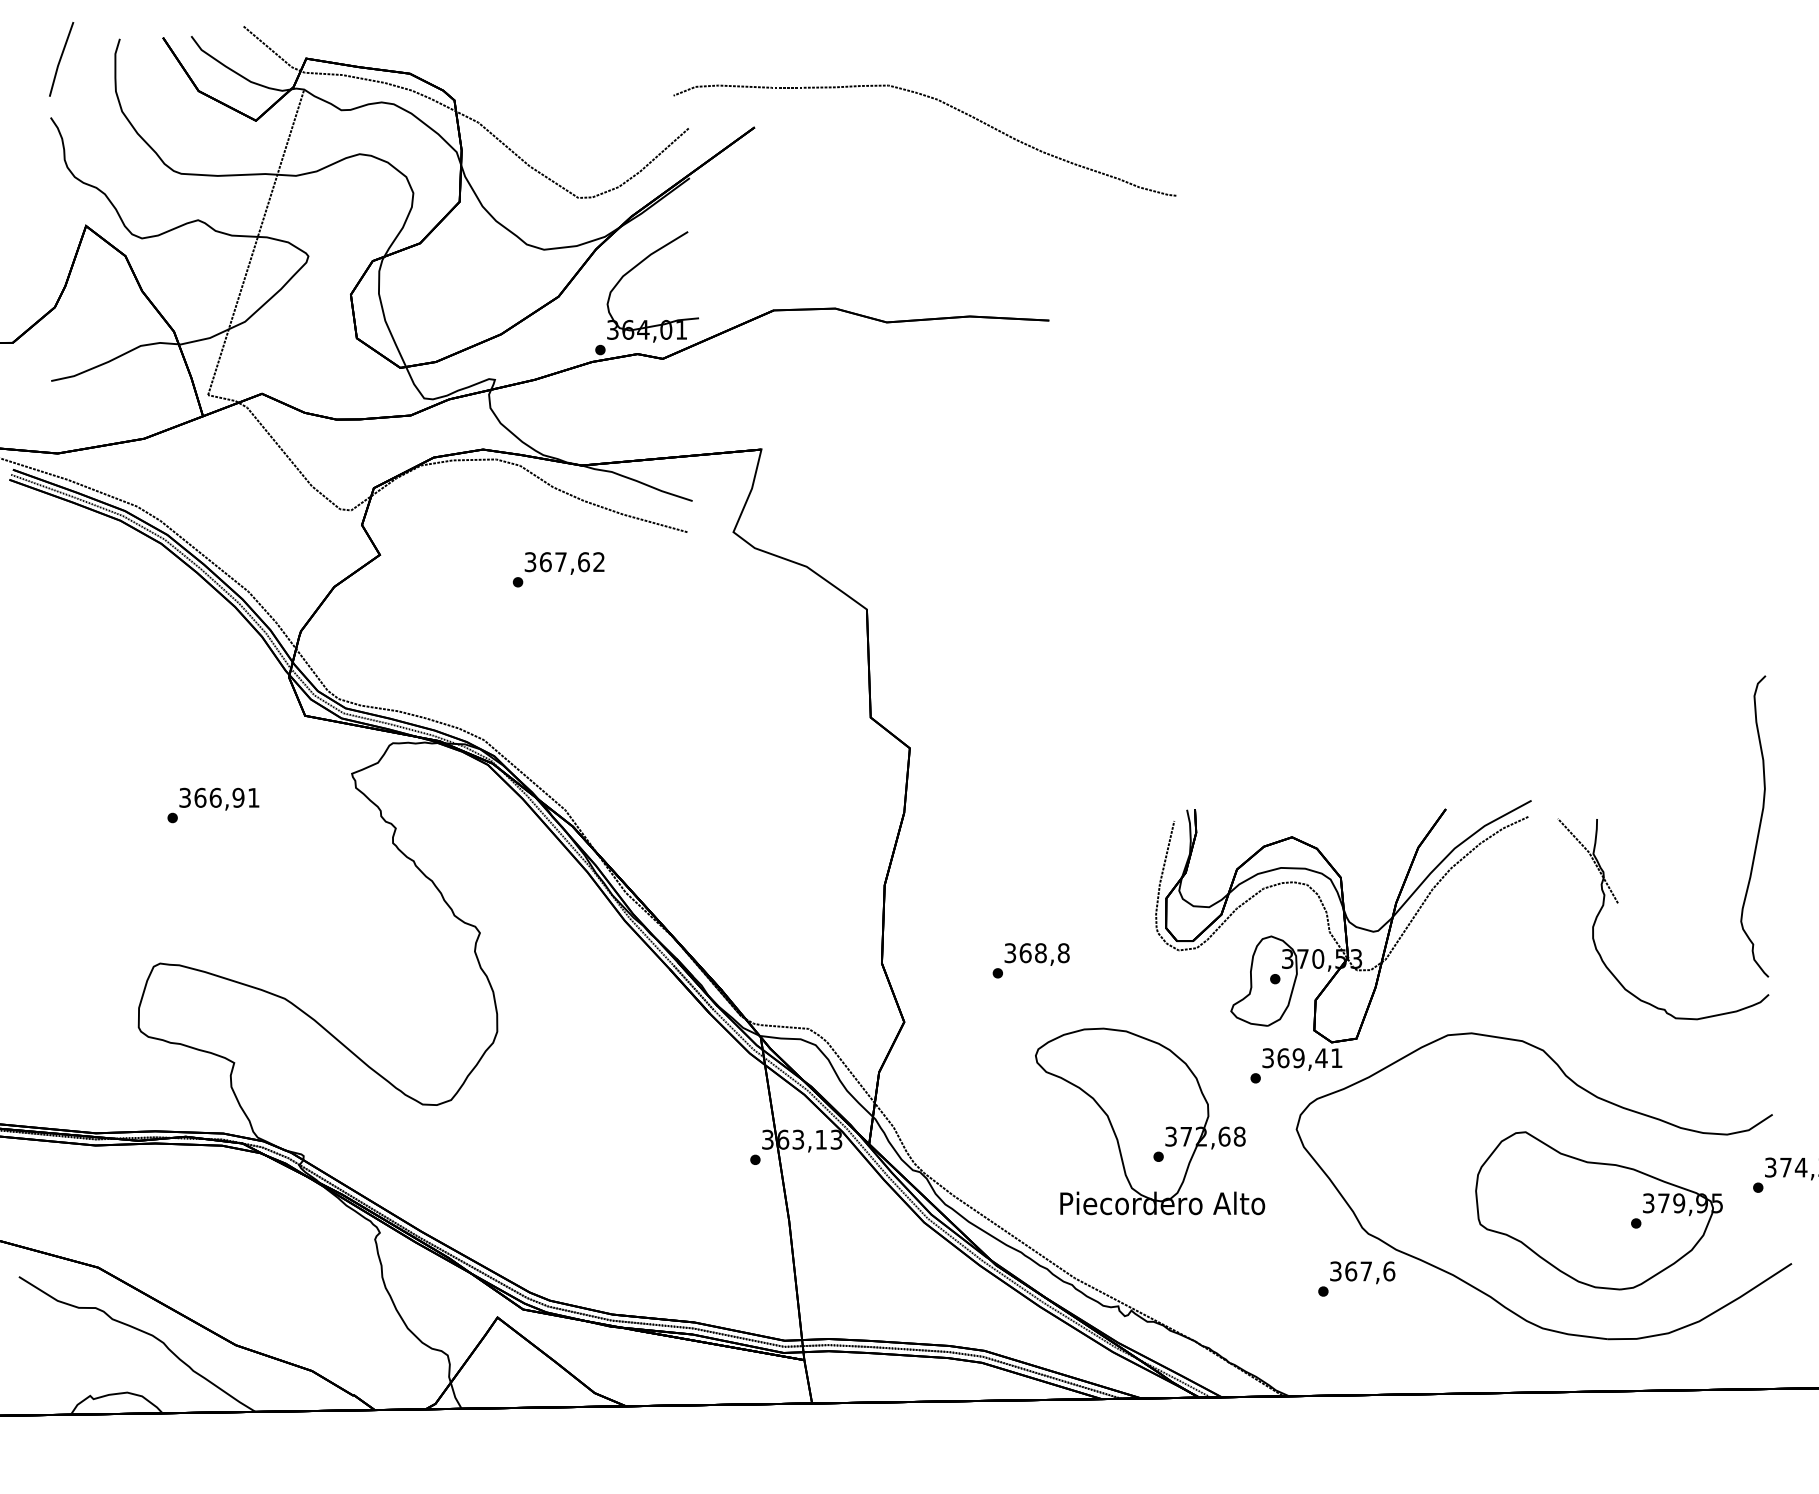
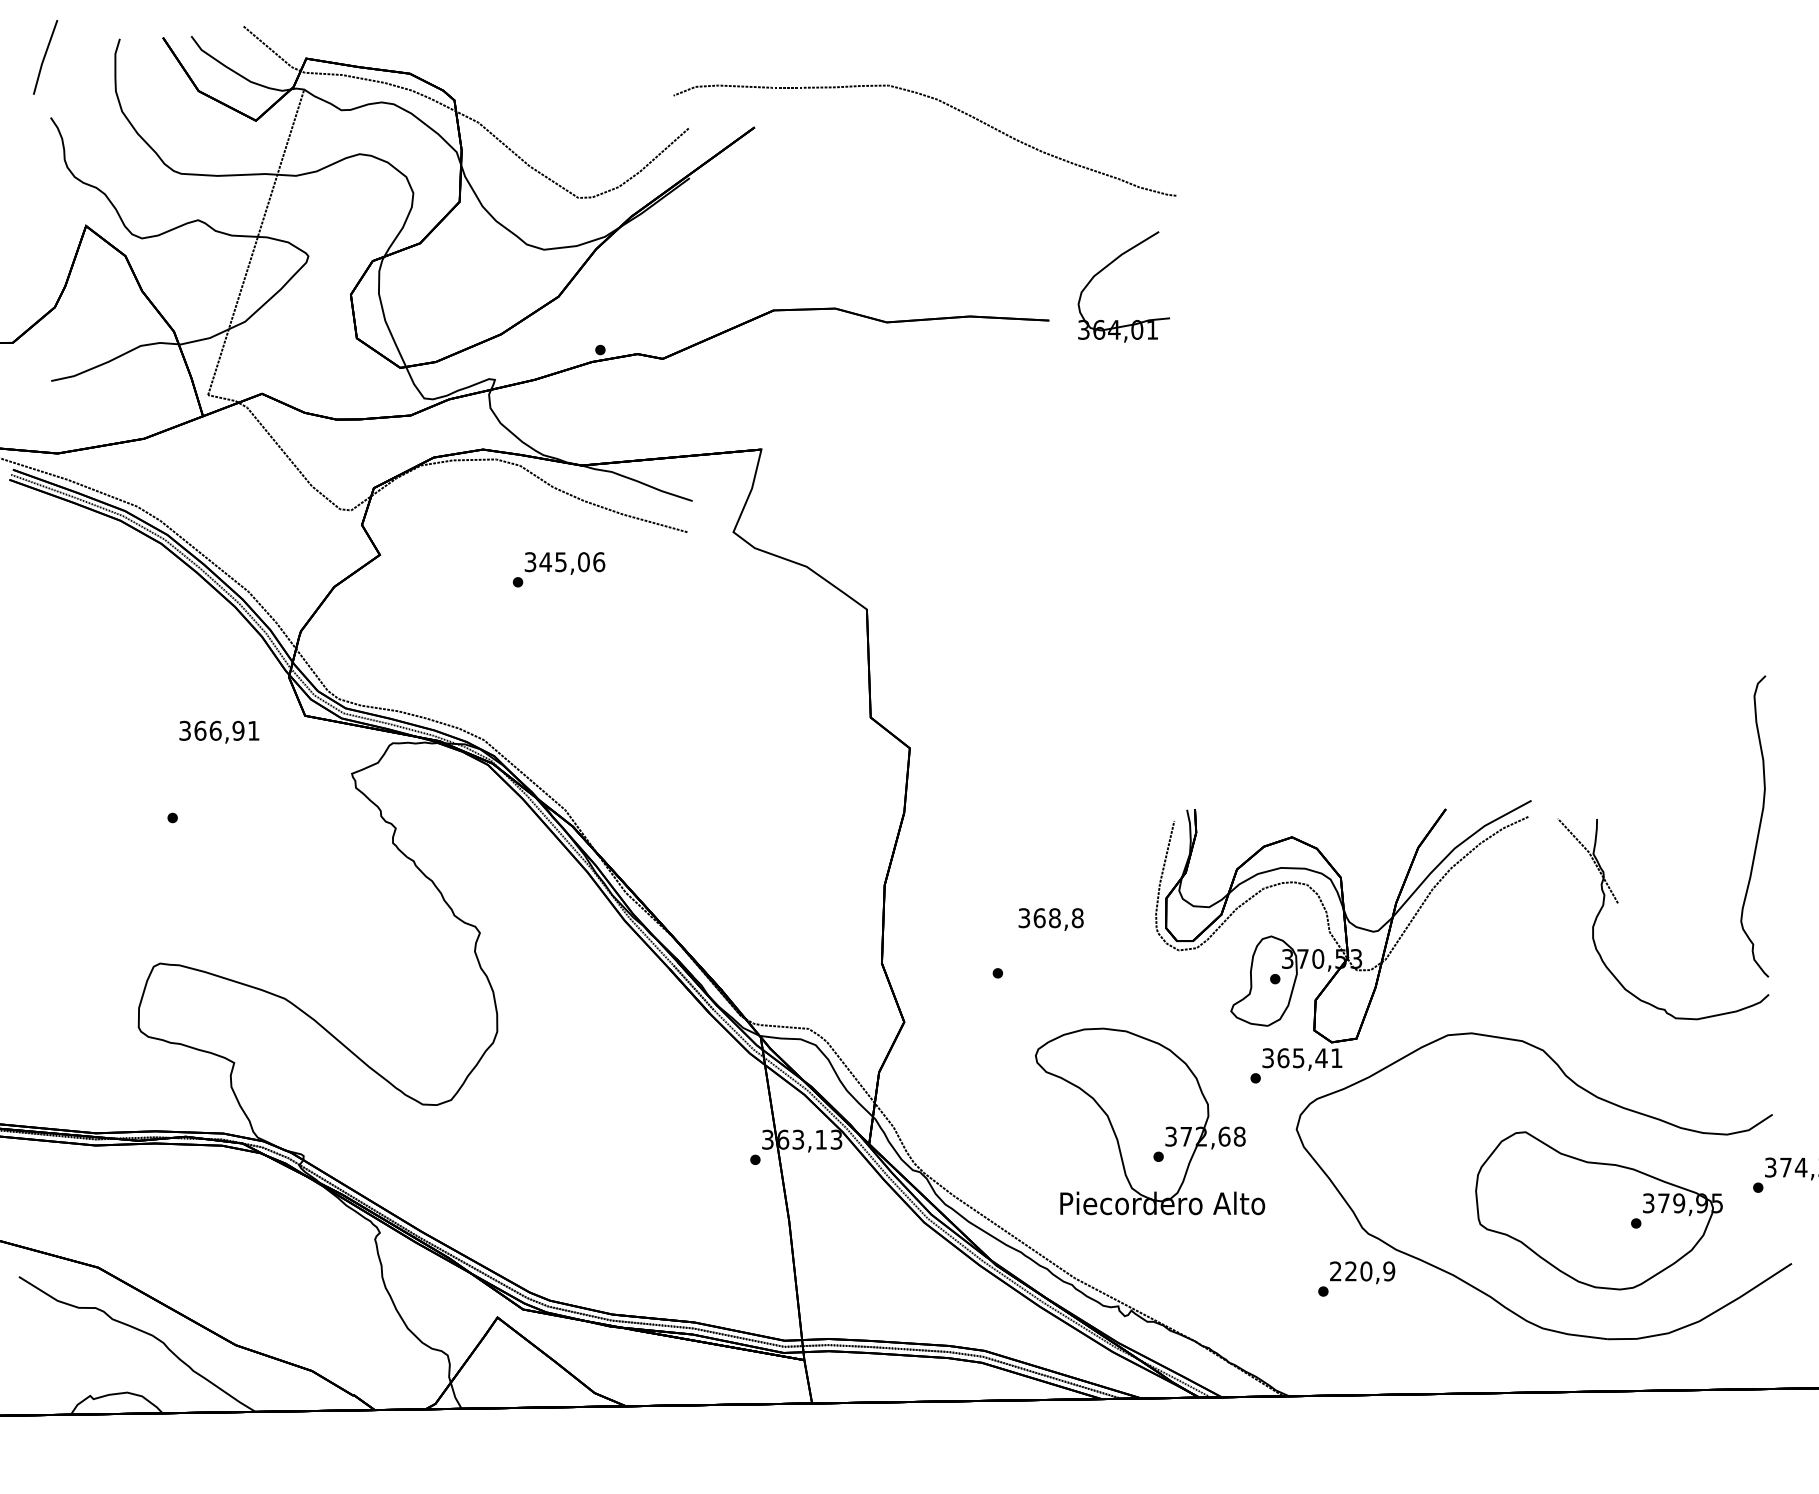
line at (61, 59) position: (61, 59) -> (45, 57)
part at (637, 266) position: (637, 266) -> (1108, 266)
text at (572, 562): 367,62 -> 345,06
text at (219, 798) position: (219, 798) -> (219, 731)
text at (1036, 954) position: (1036, 954) -> (1050, 919)
text at (1298, 1057): 369,41 -> 365,41
text at (1362, 1271): 367,6 -> 220,9
